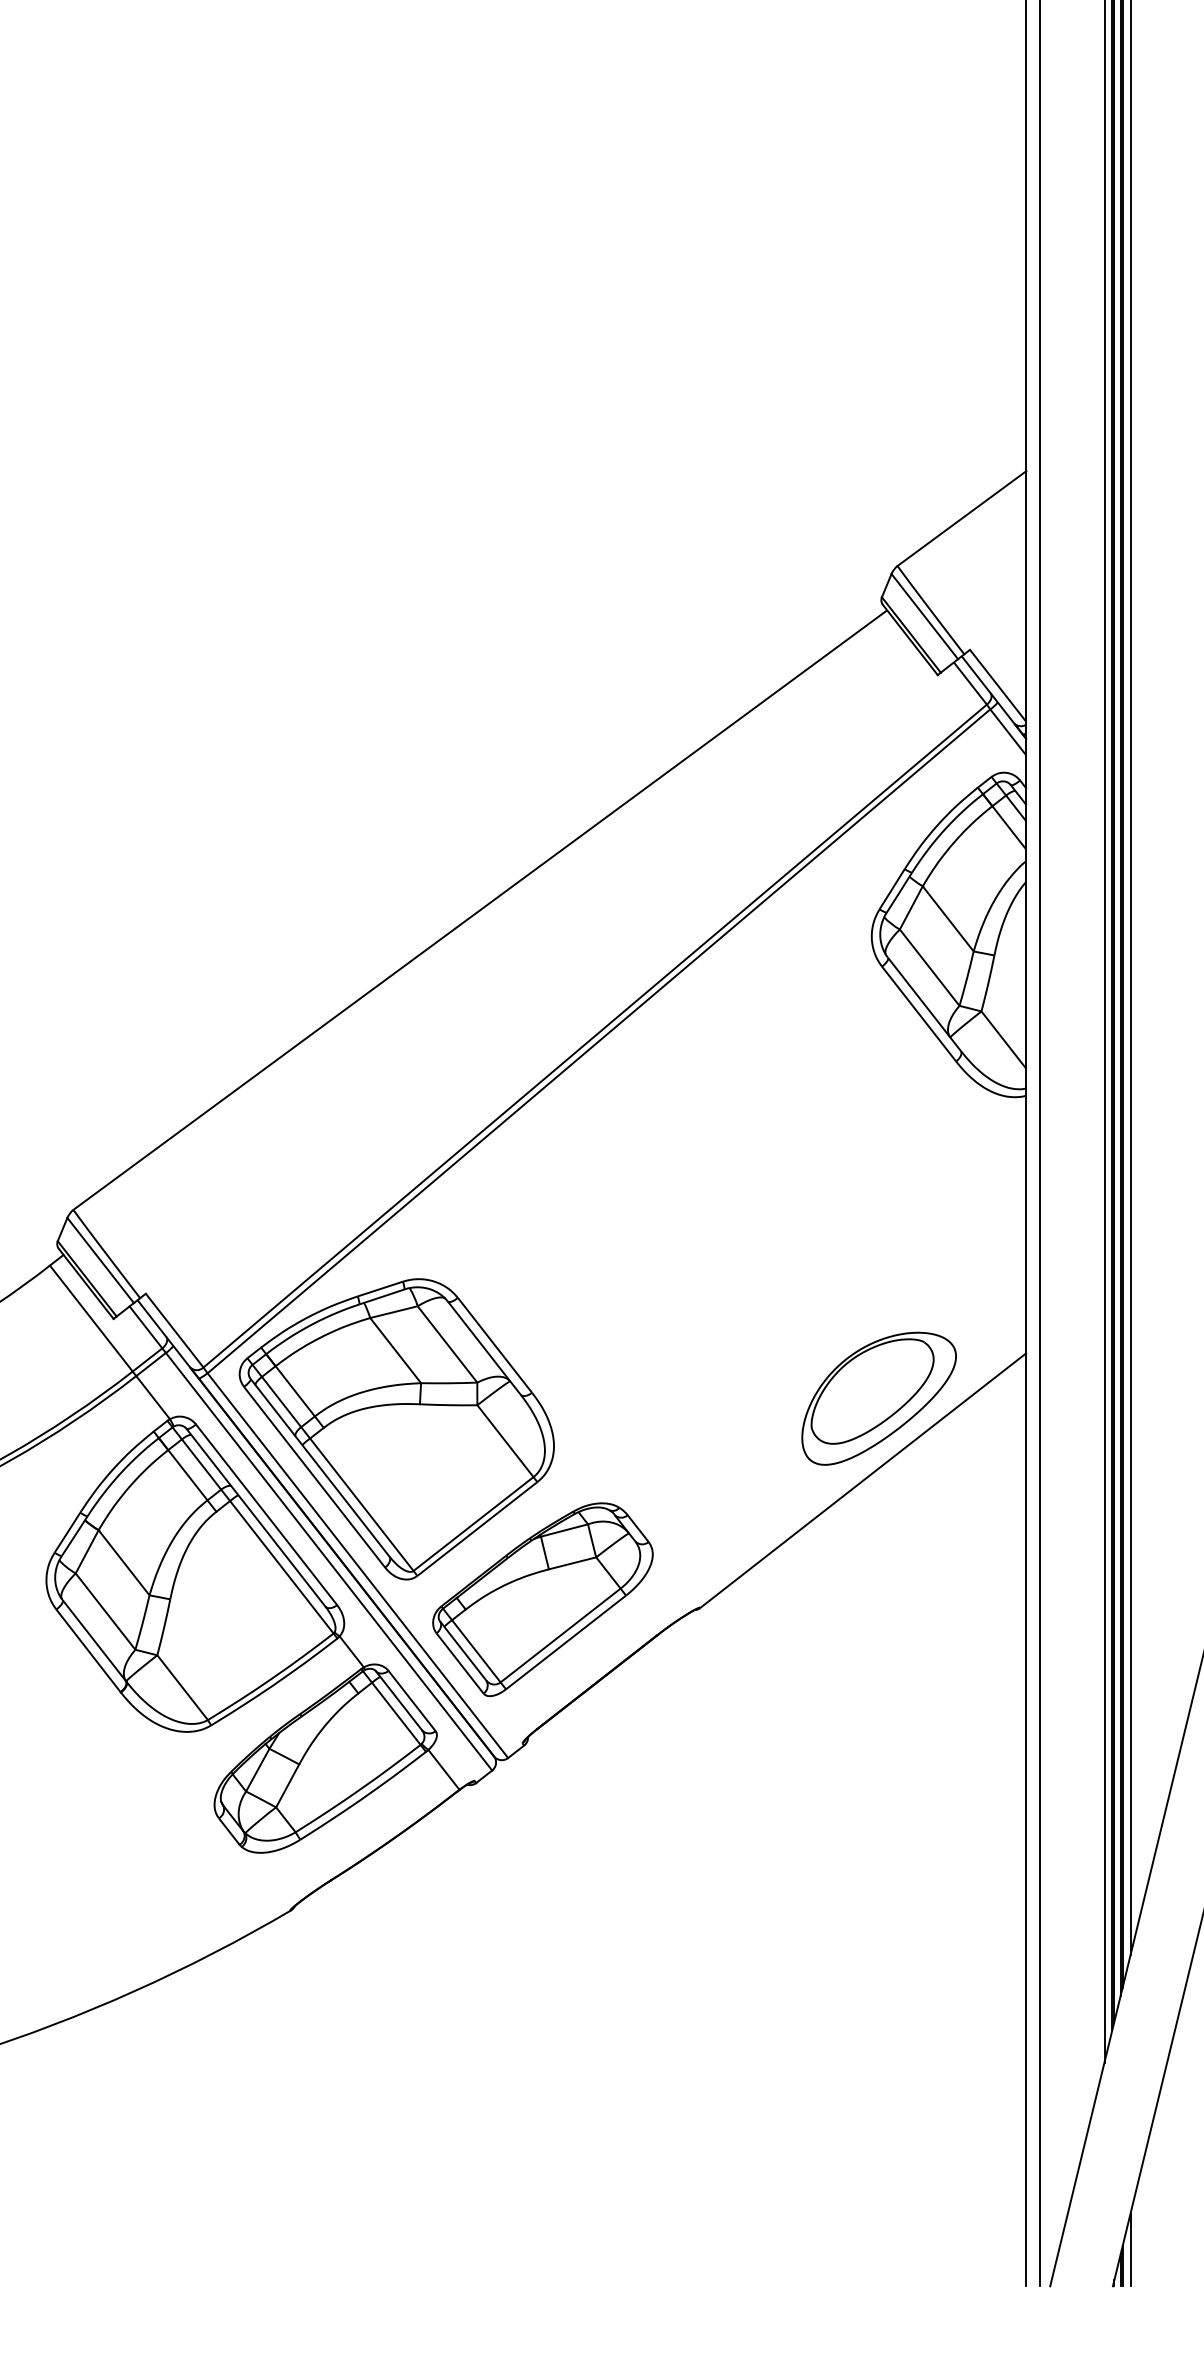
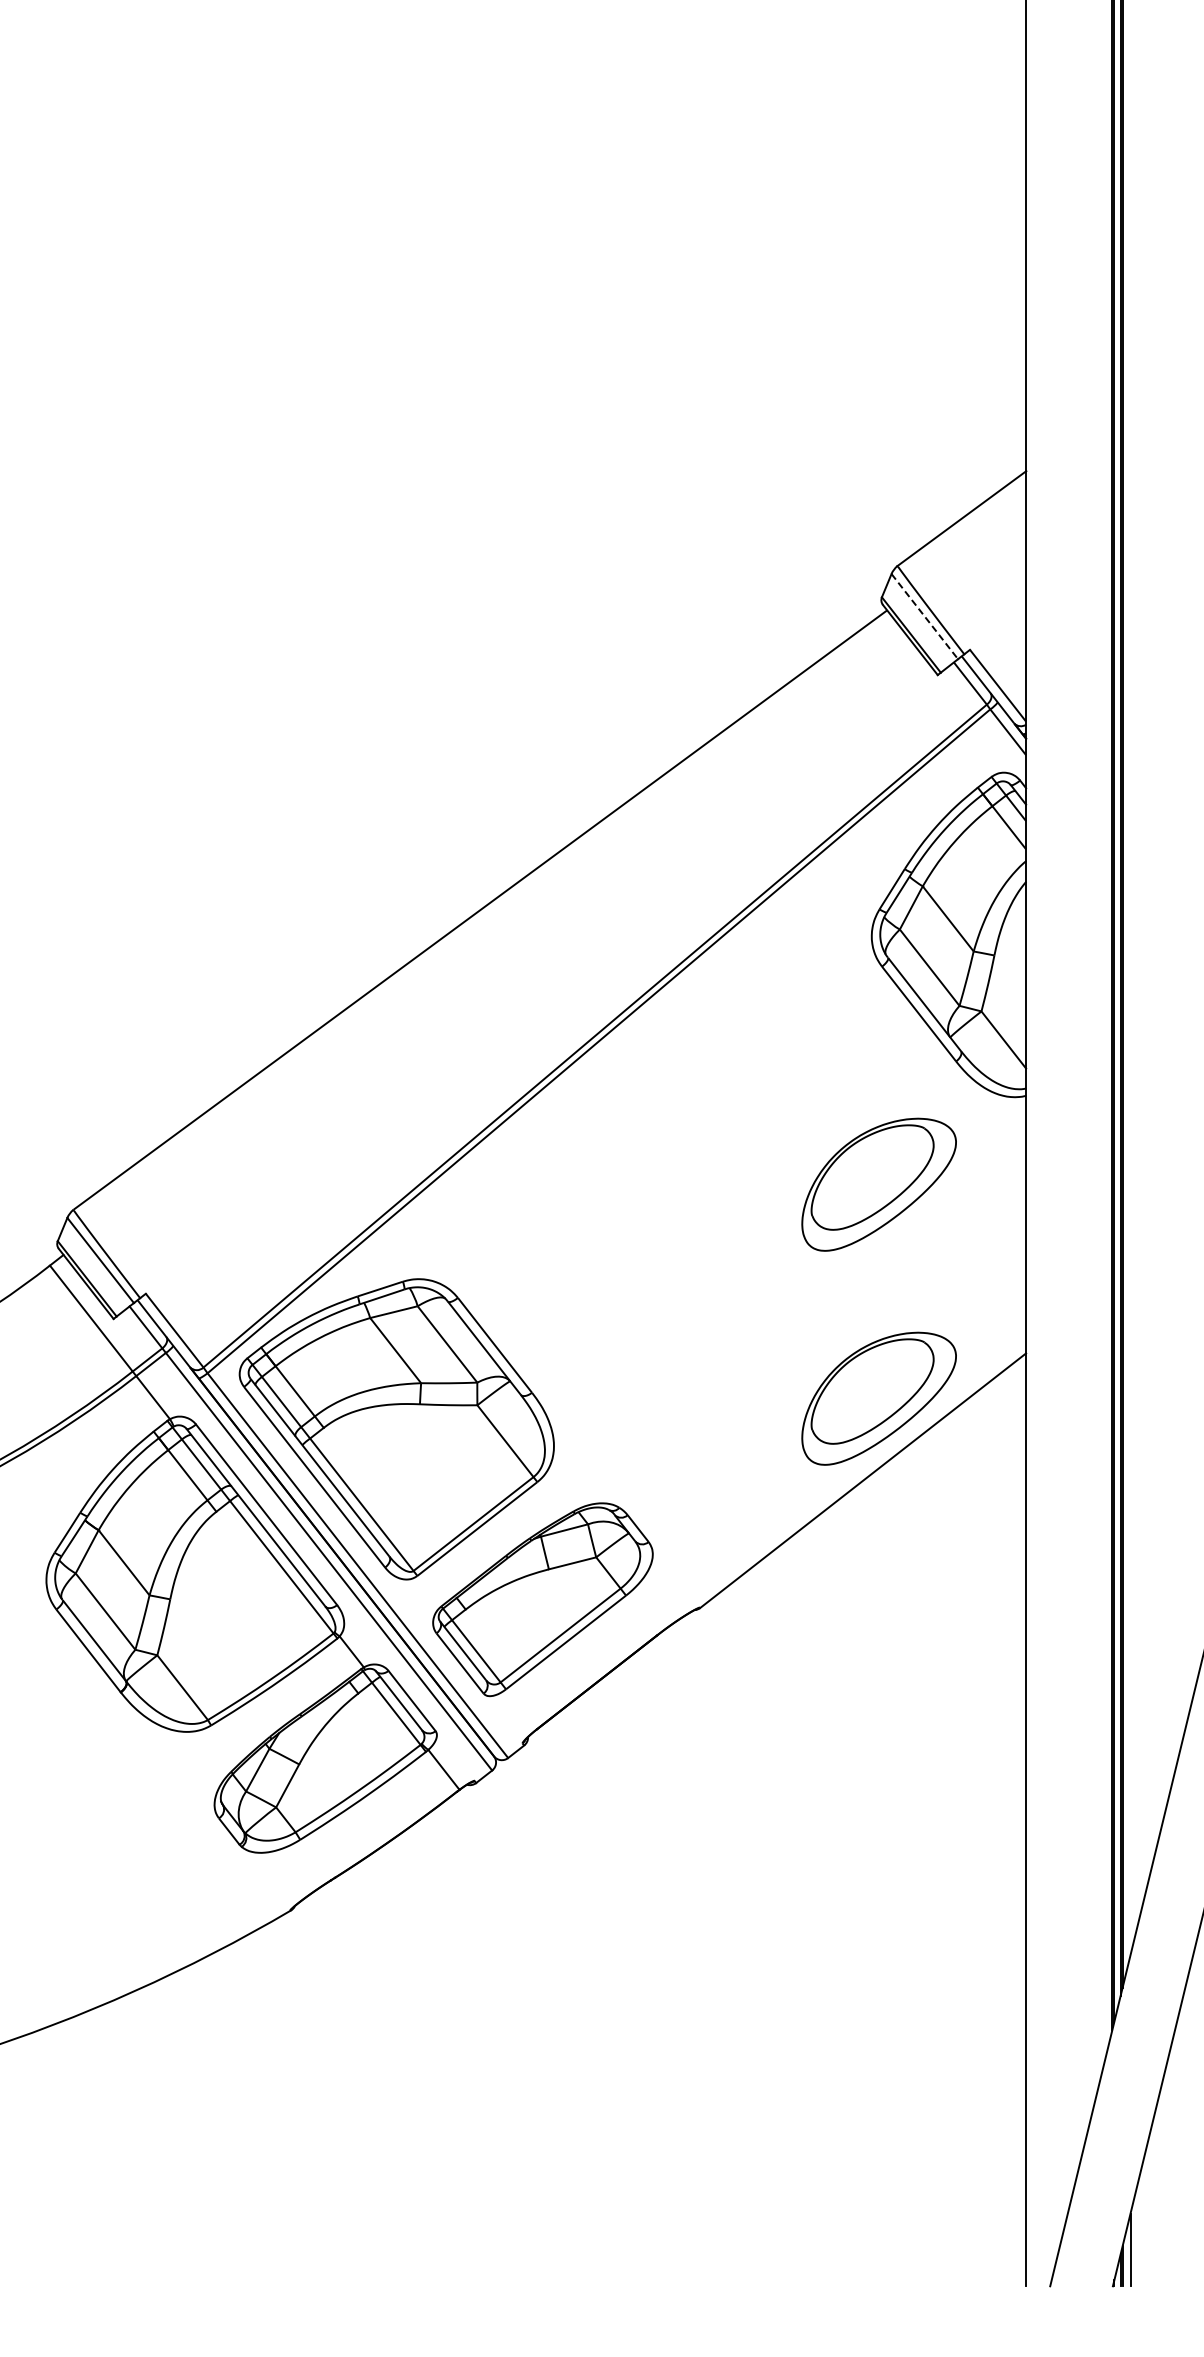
line at (925, 617): solid -> dashed
line at (1130, 978): present -> none
line at (1104, 1032): present -> none
line at (1040, 1144): present -> none
part at (878, 1184): none -> present
